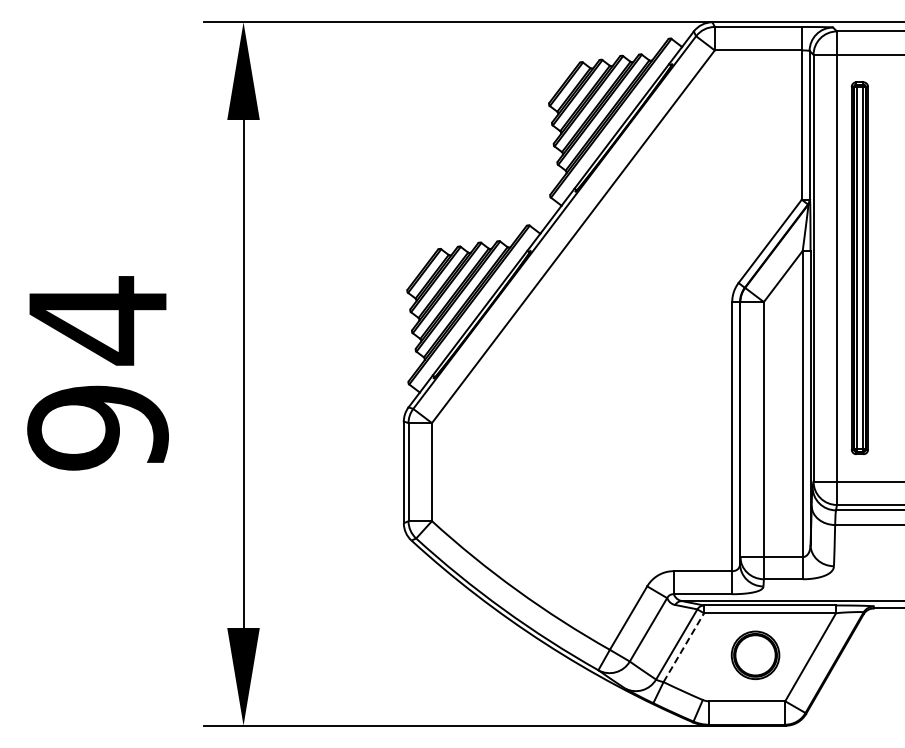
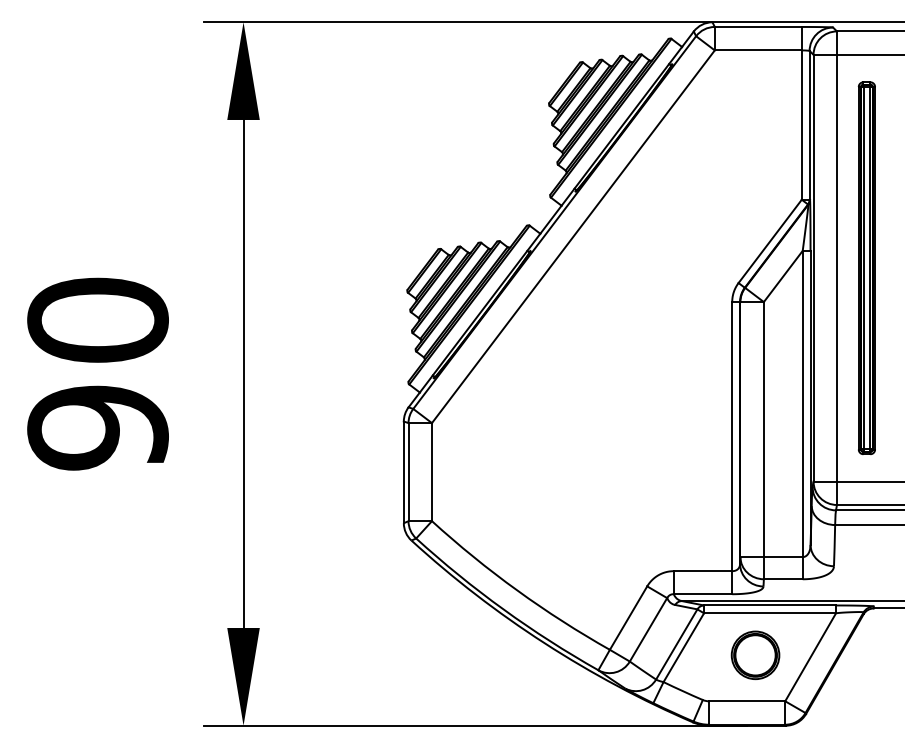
part at (859, 267) position: (859, 267) -> (866, 267)
text at (97, 320): 94 -> 90
line at (683, 647): dashed -> solid
